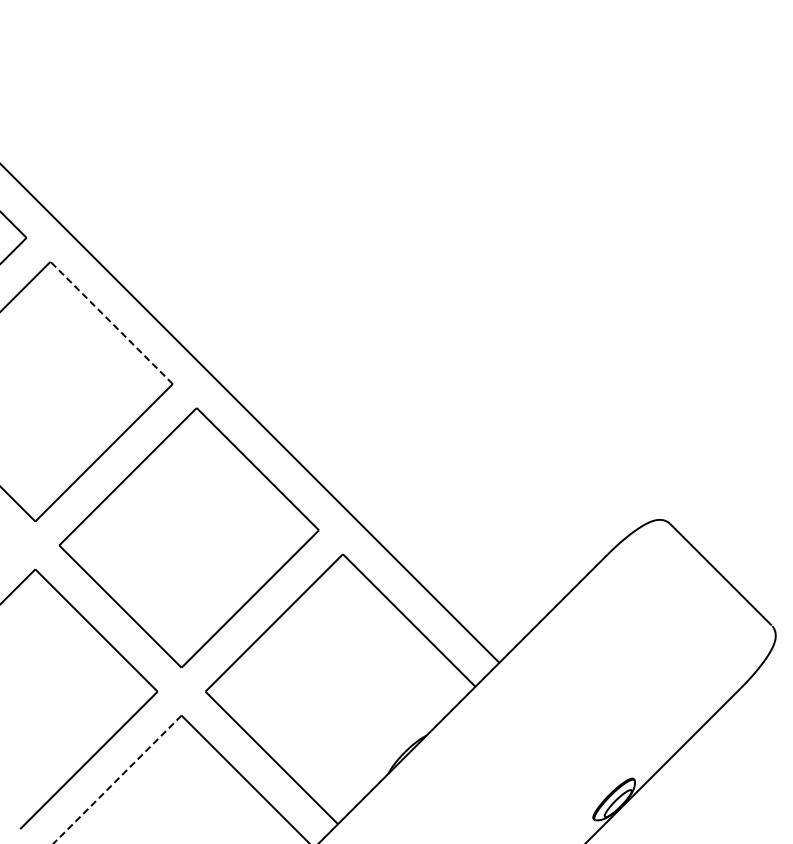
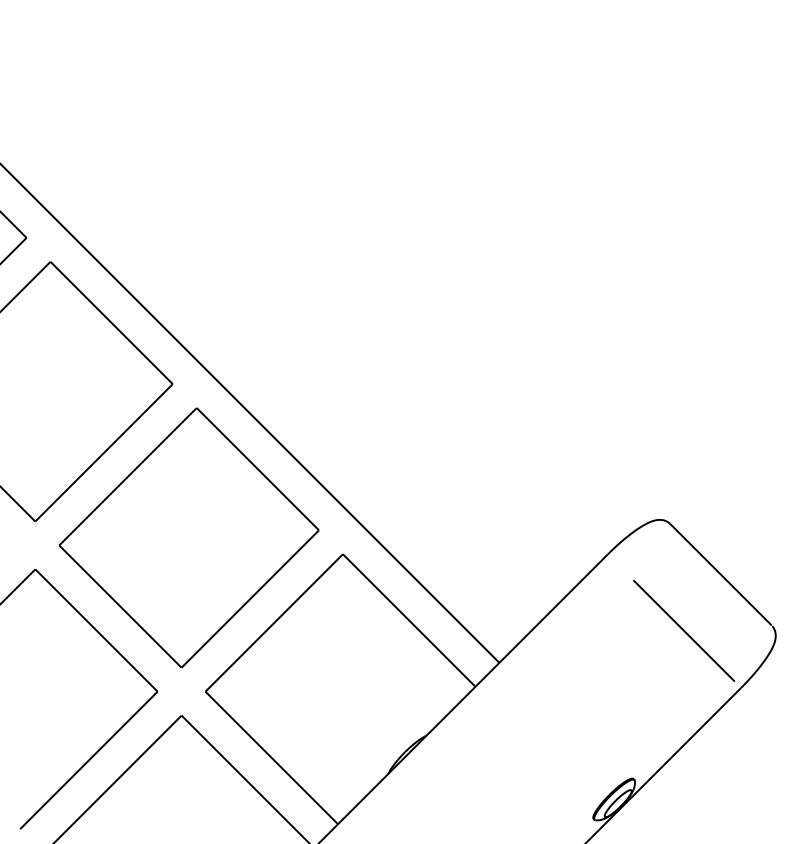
line at (111, 322): dashed -> solid
line at (684, 630): none -> present
line at (117, 779): dashed -> solid
